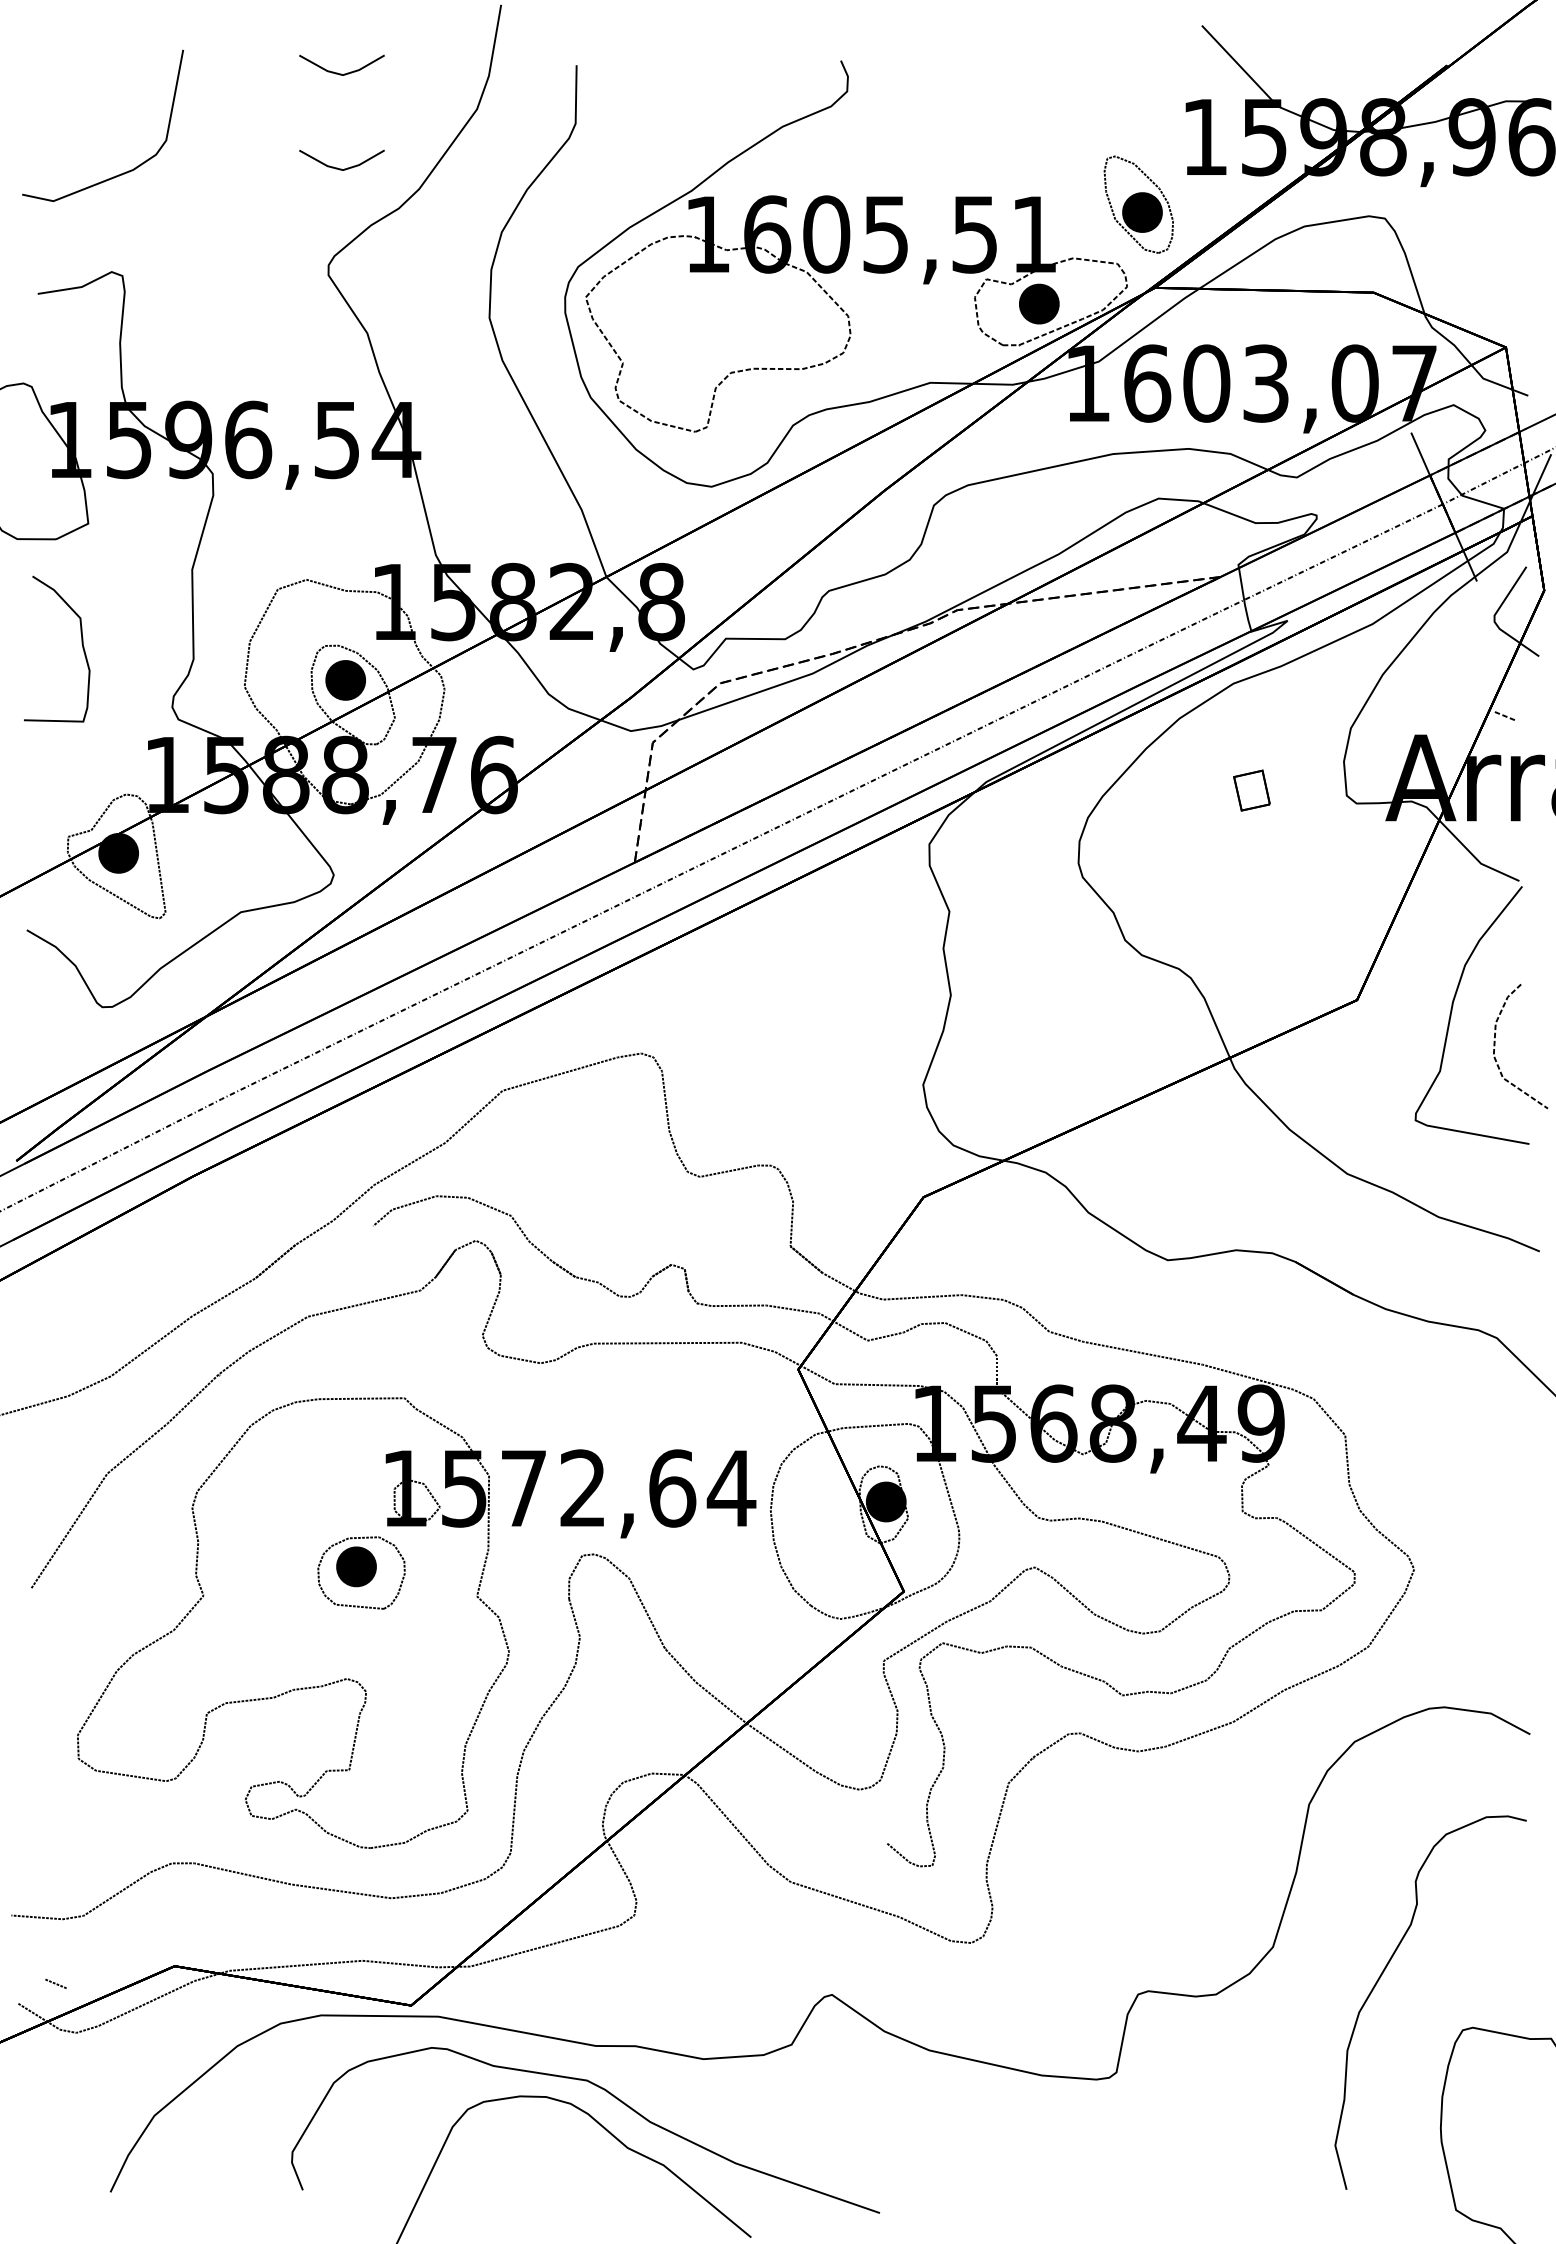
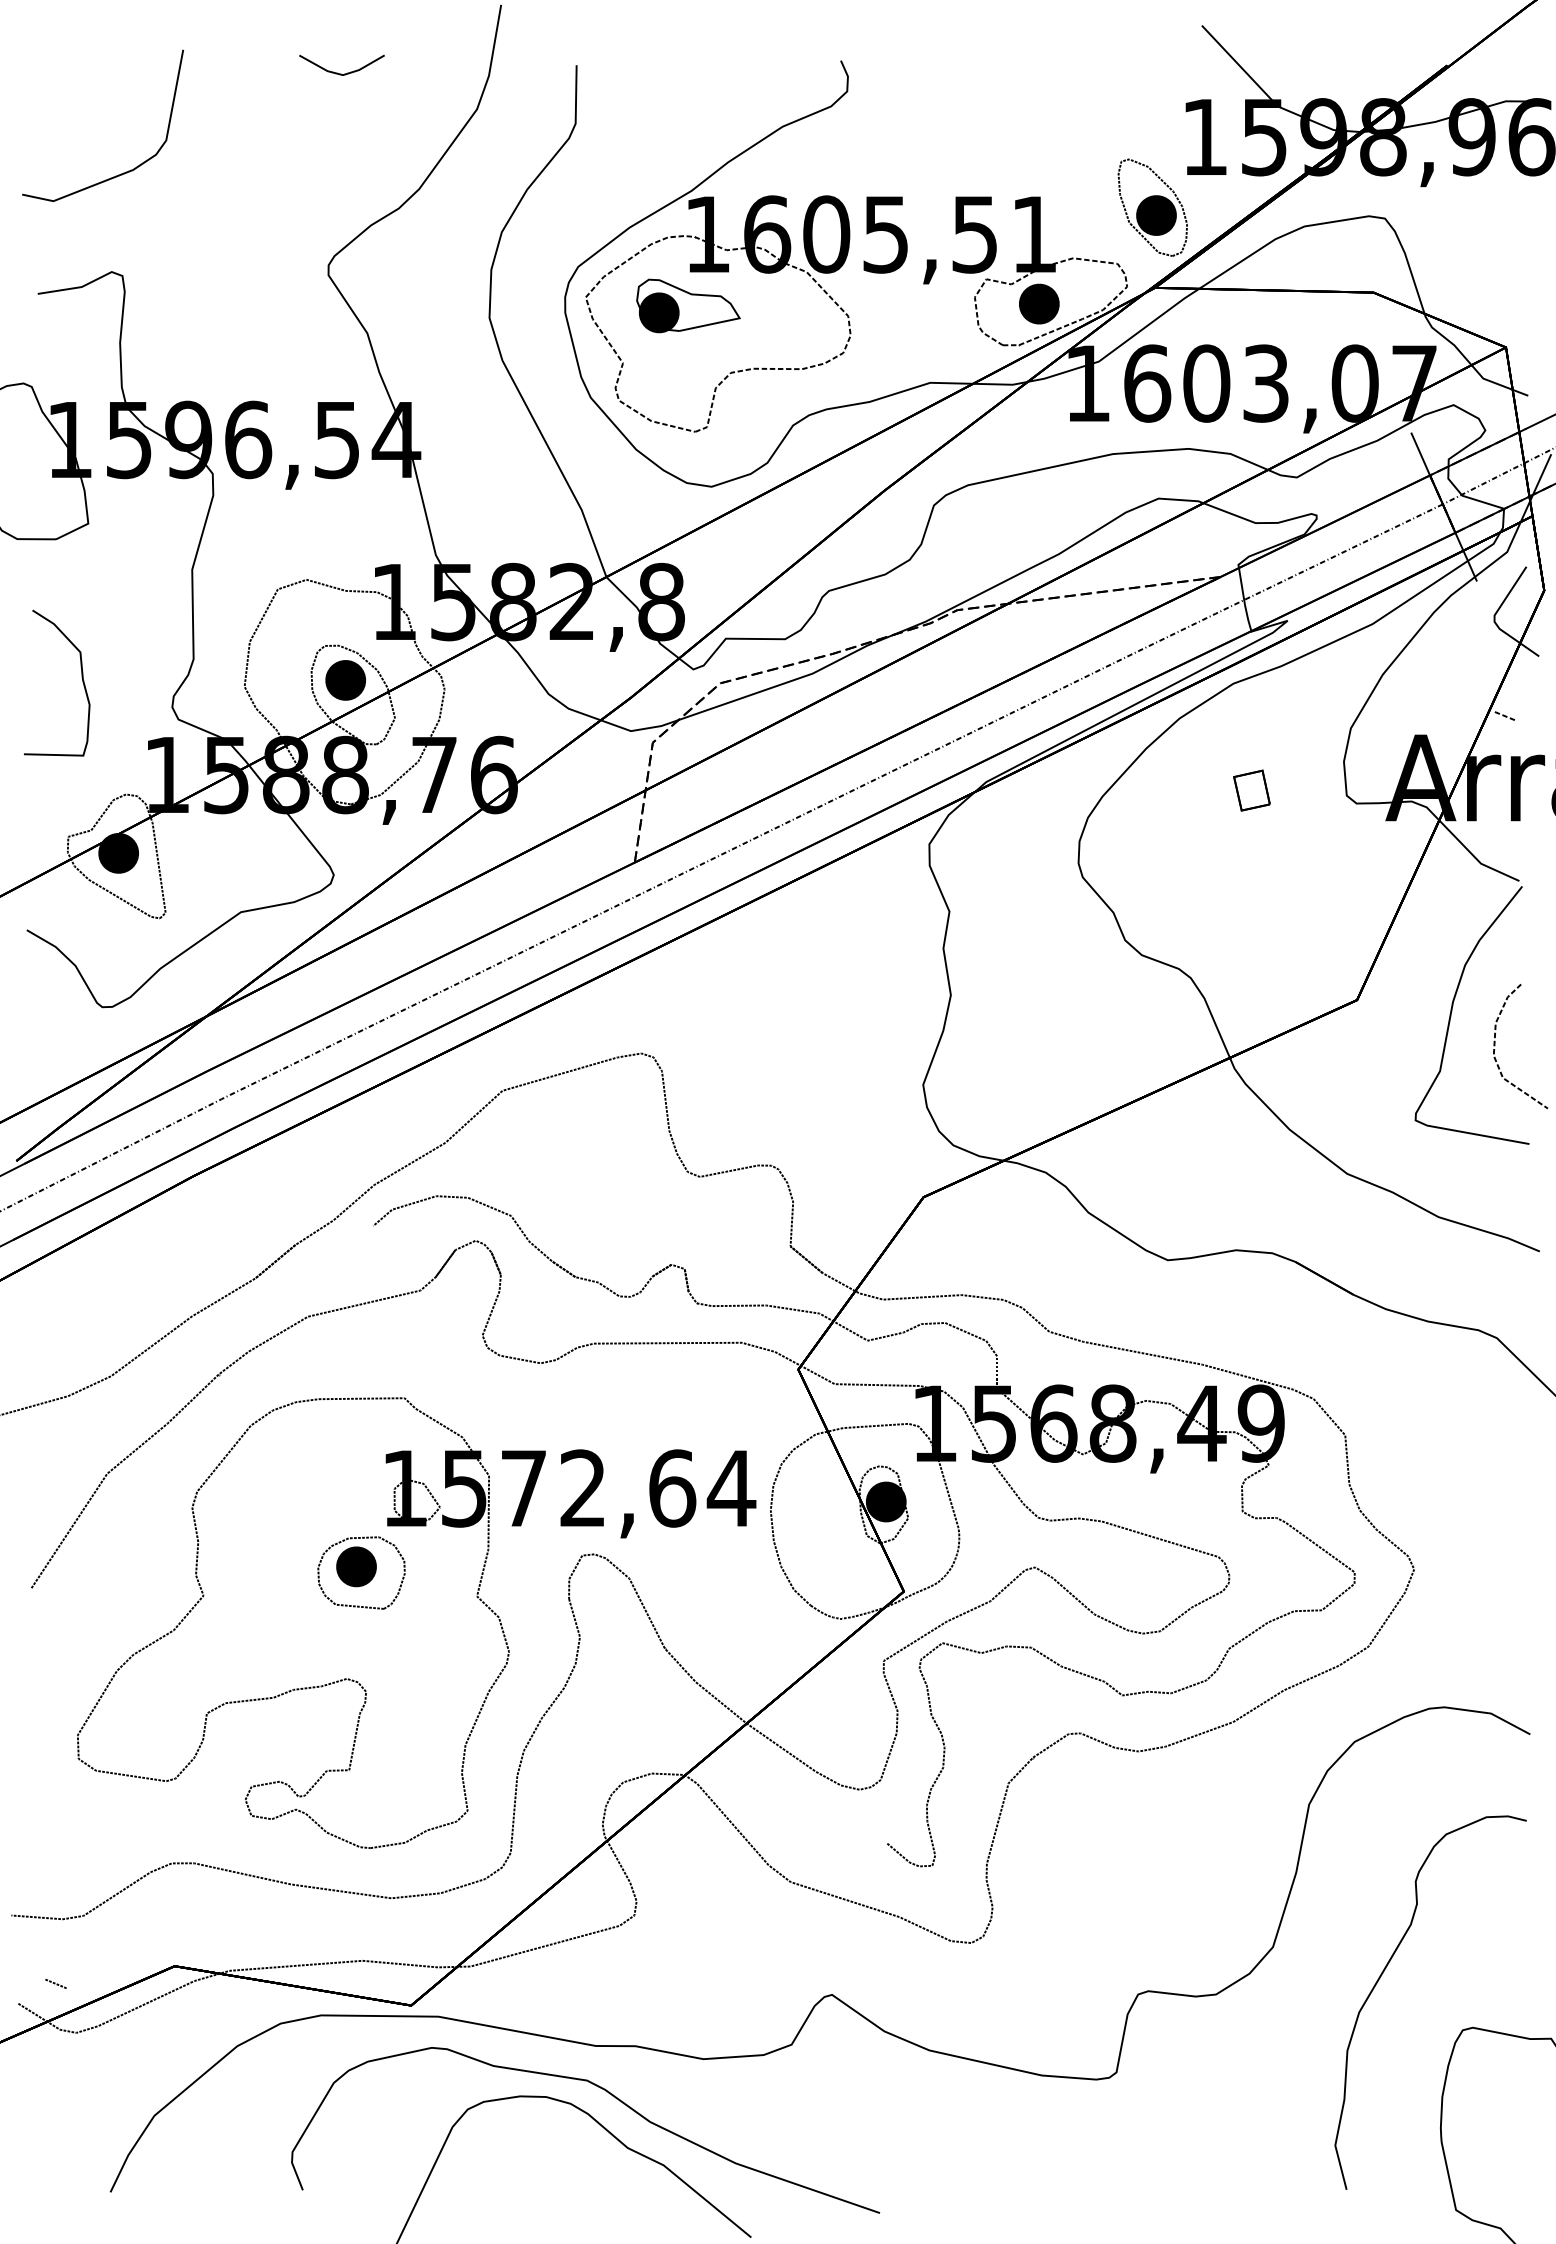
line at (337, 167): present -> none
part at (1138, 204) position: (1138, 204) -> (1152, 207)
part at (688, 305): none -> present
curve at (81, 644) position: (81, 644) -> (81, 678)
